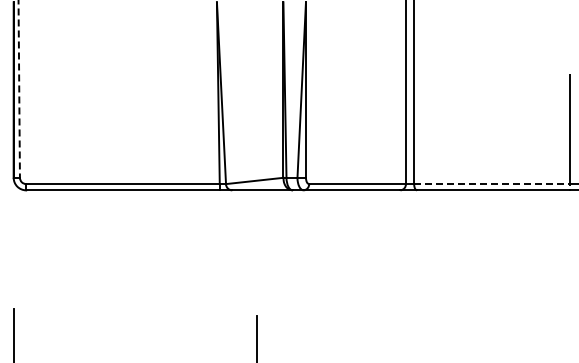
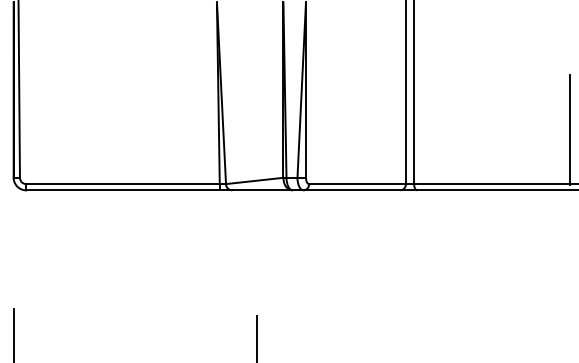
line at (19, 89): dashed -> solid
line at (492, 184): dashed -> solid
